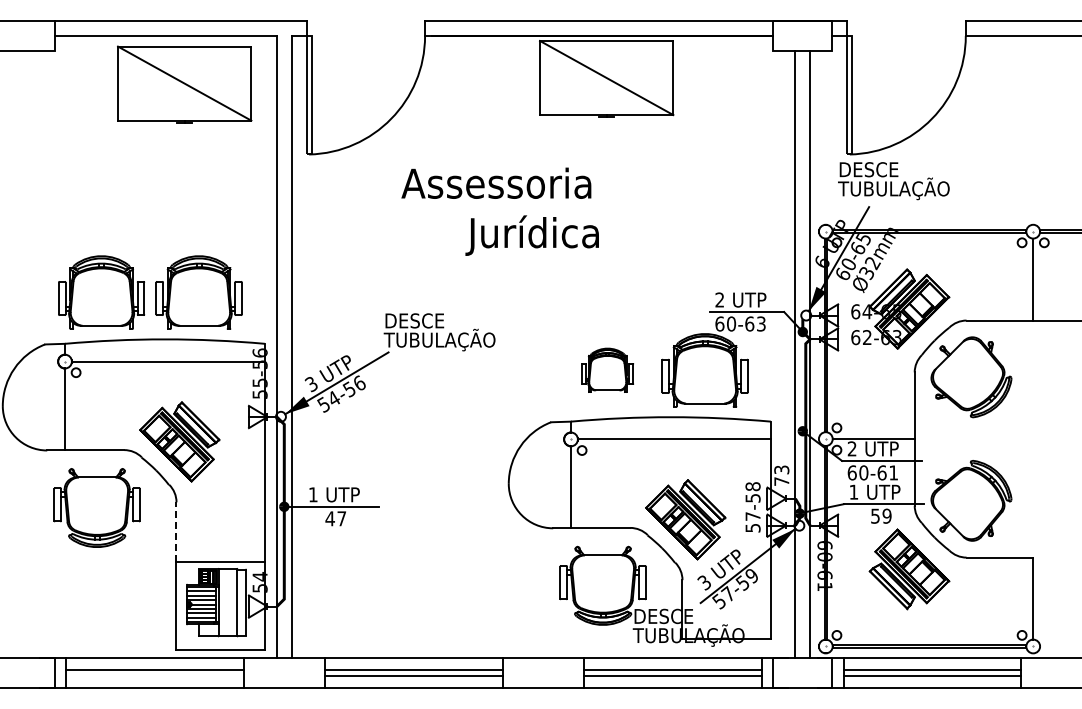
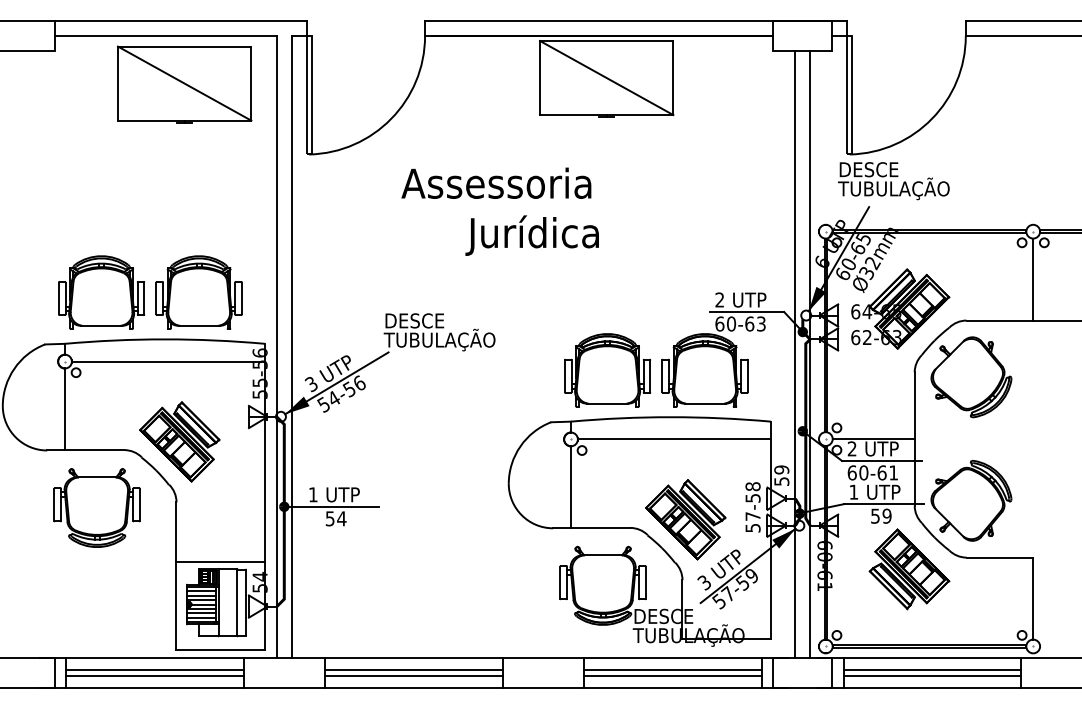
part at (607, 369) size: 53x46 px -> 88x75 px
text at (781, 475): 73 -> 59
text at (335, 518): 47 -> 54
line at (176, 531): dashed -> solid
line at (154, 675): none -> present
